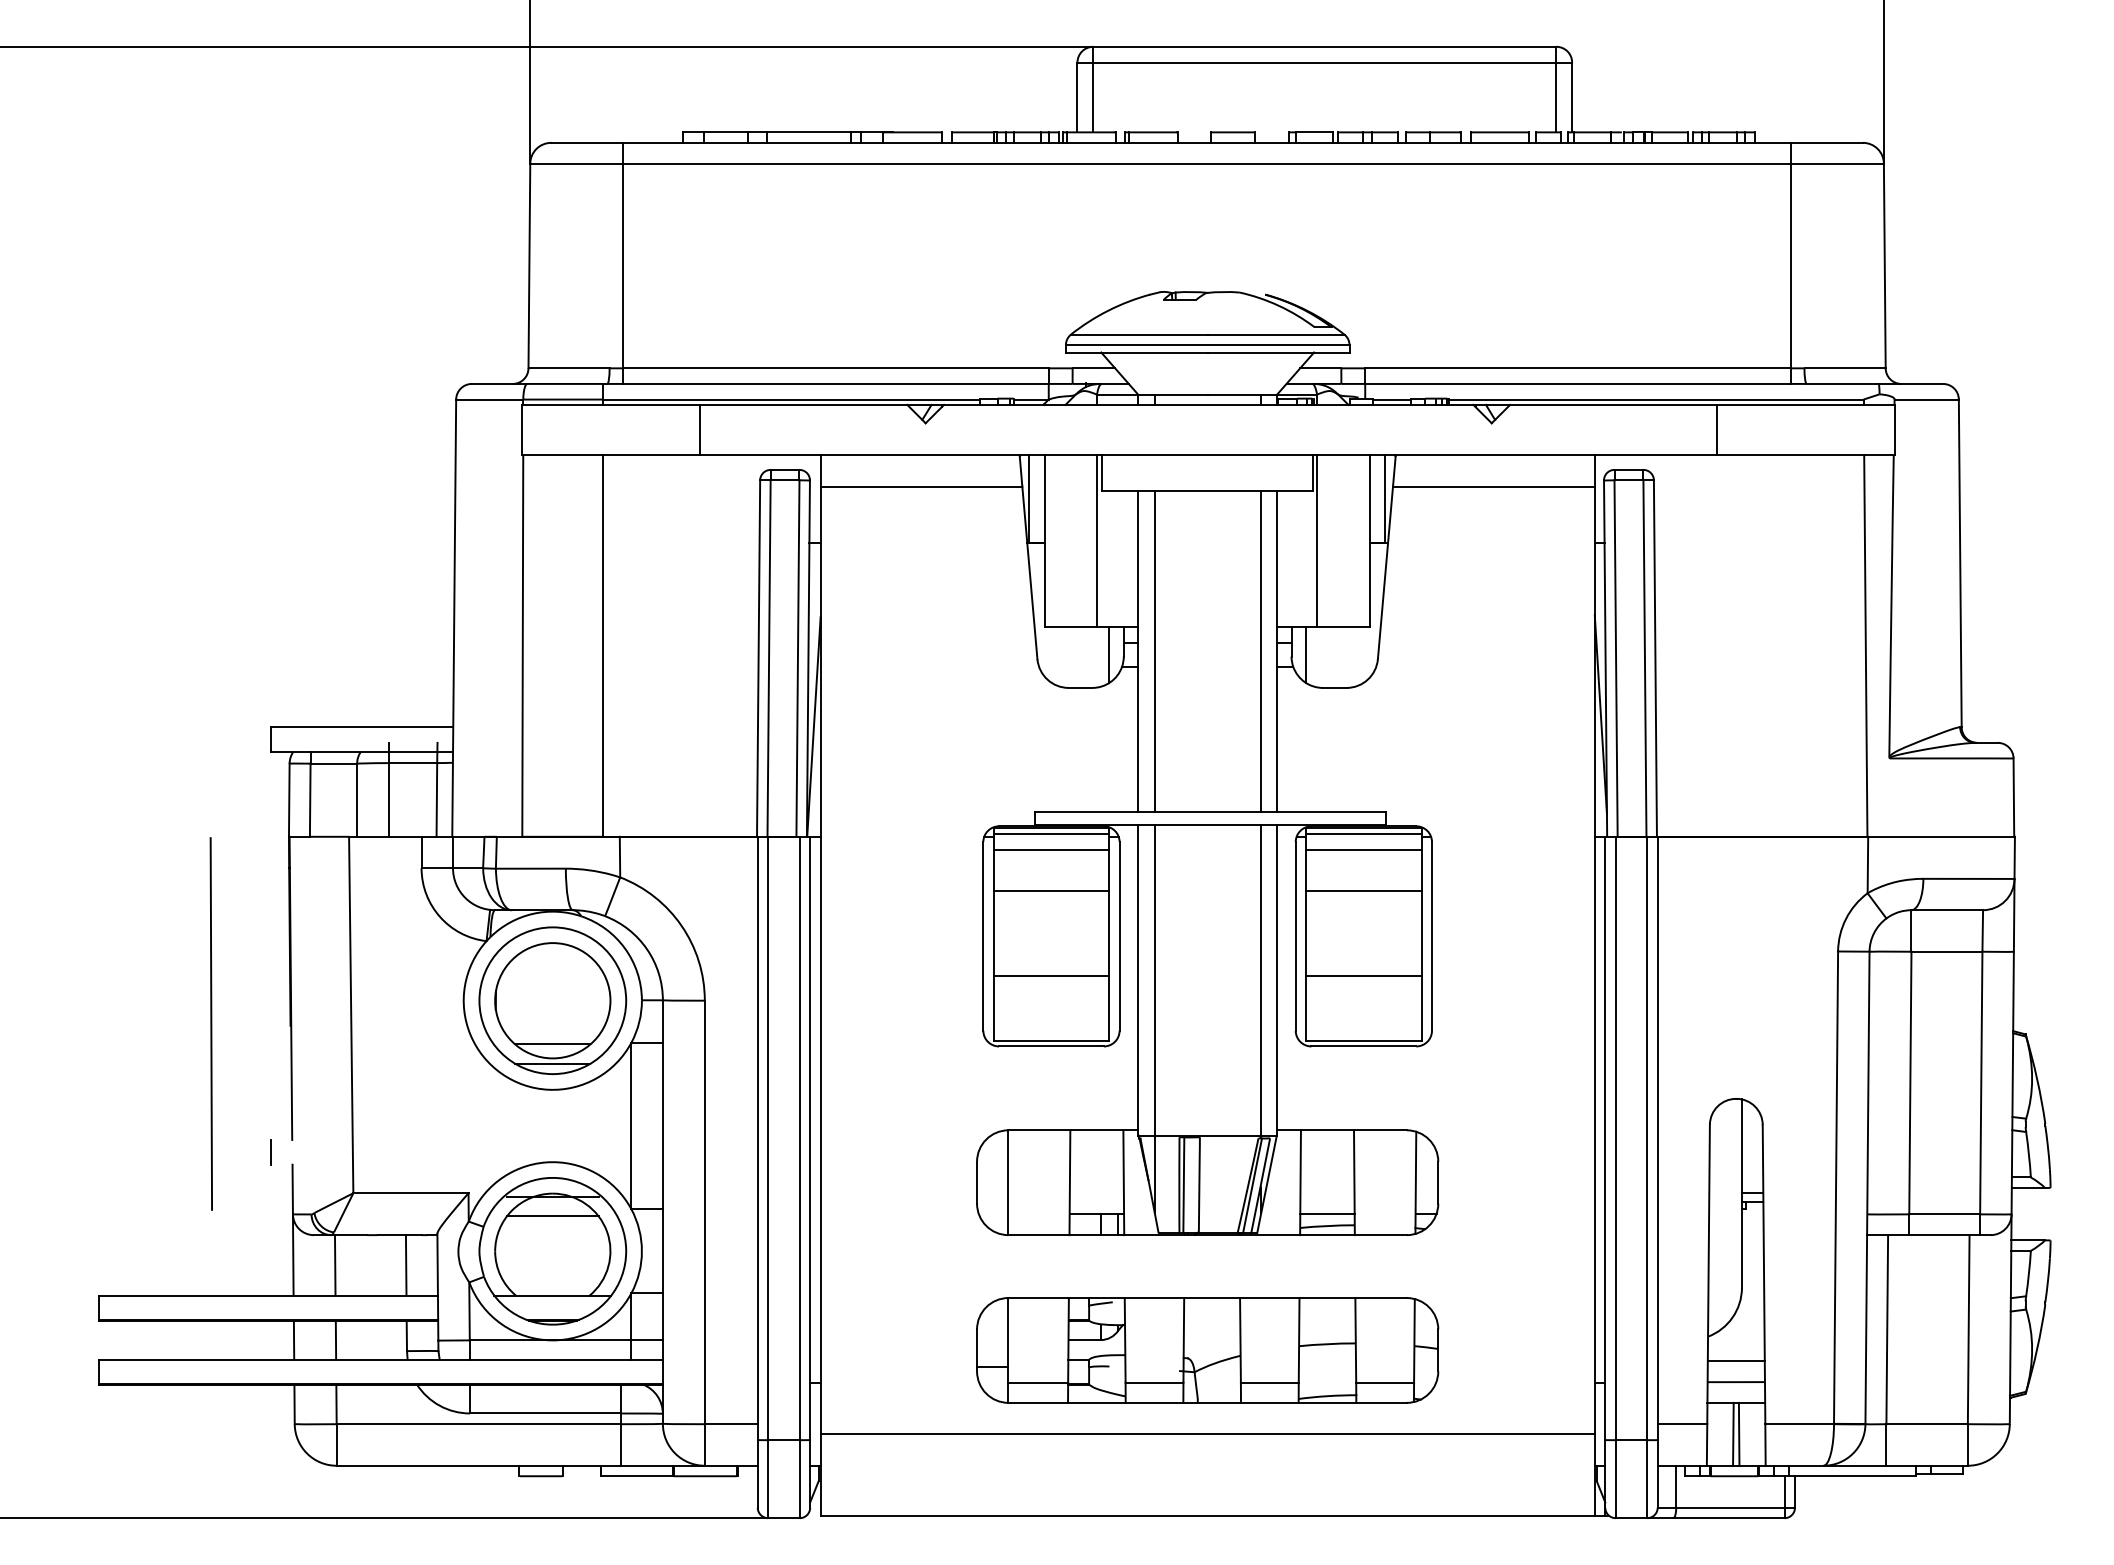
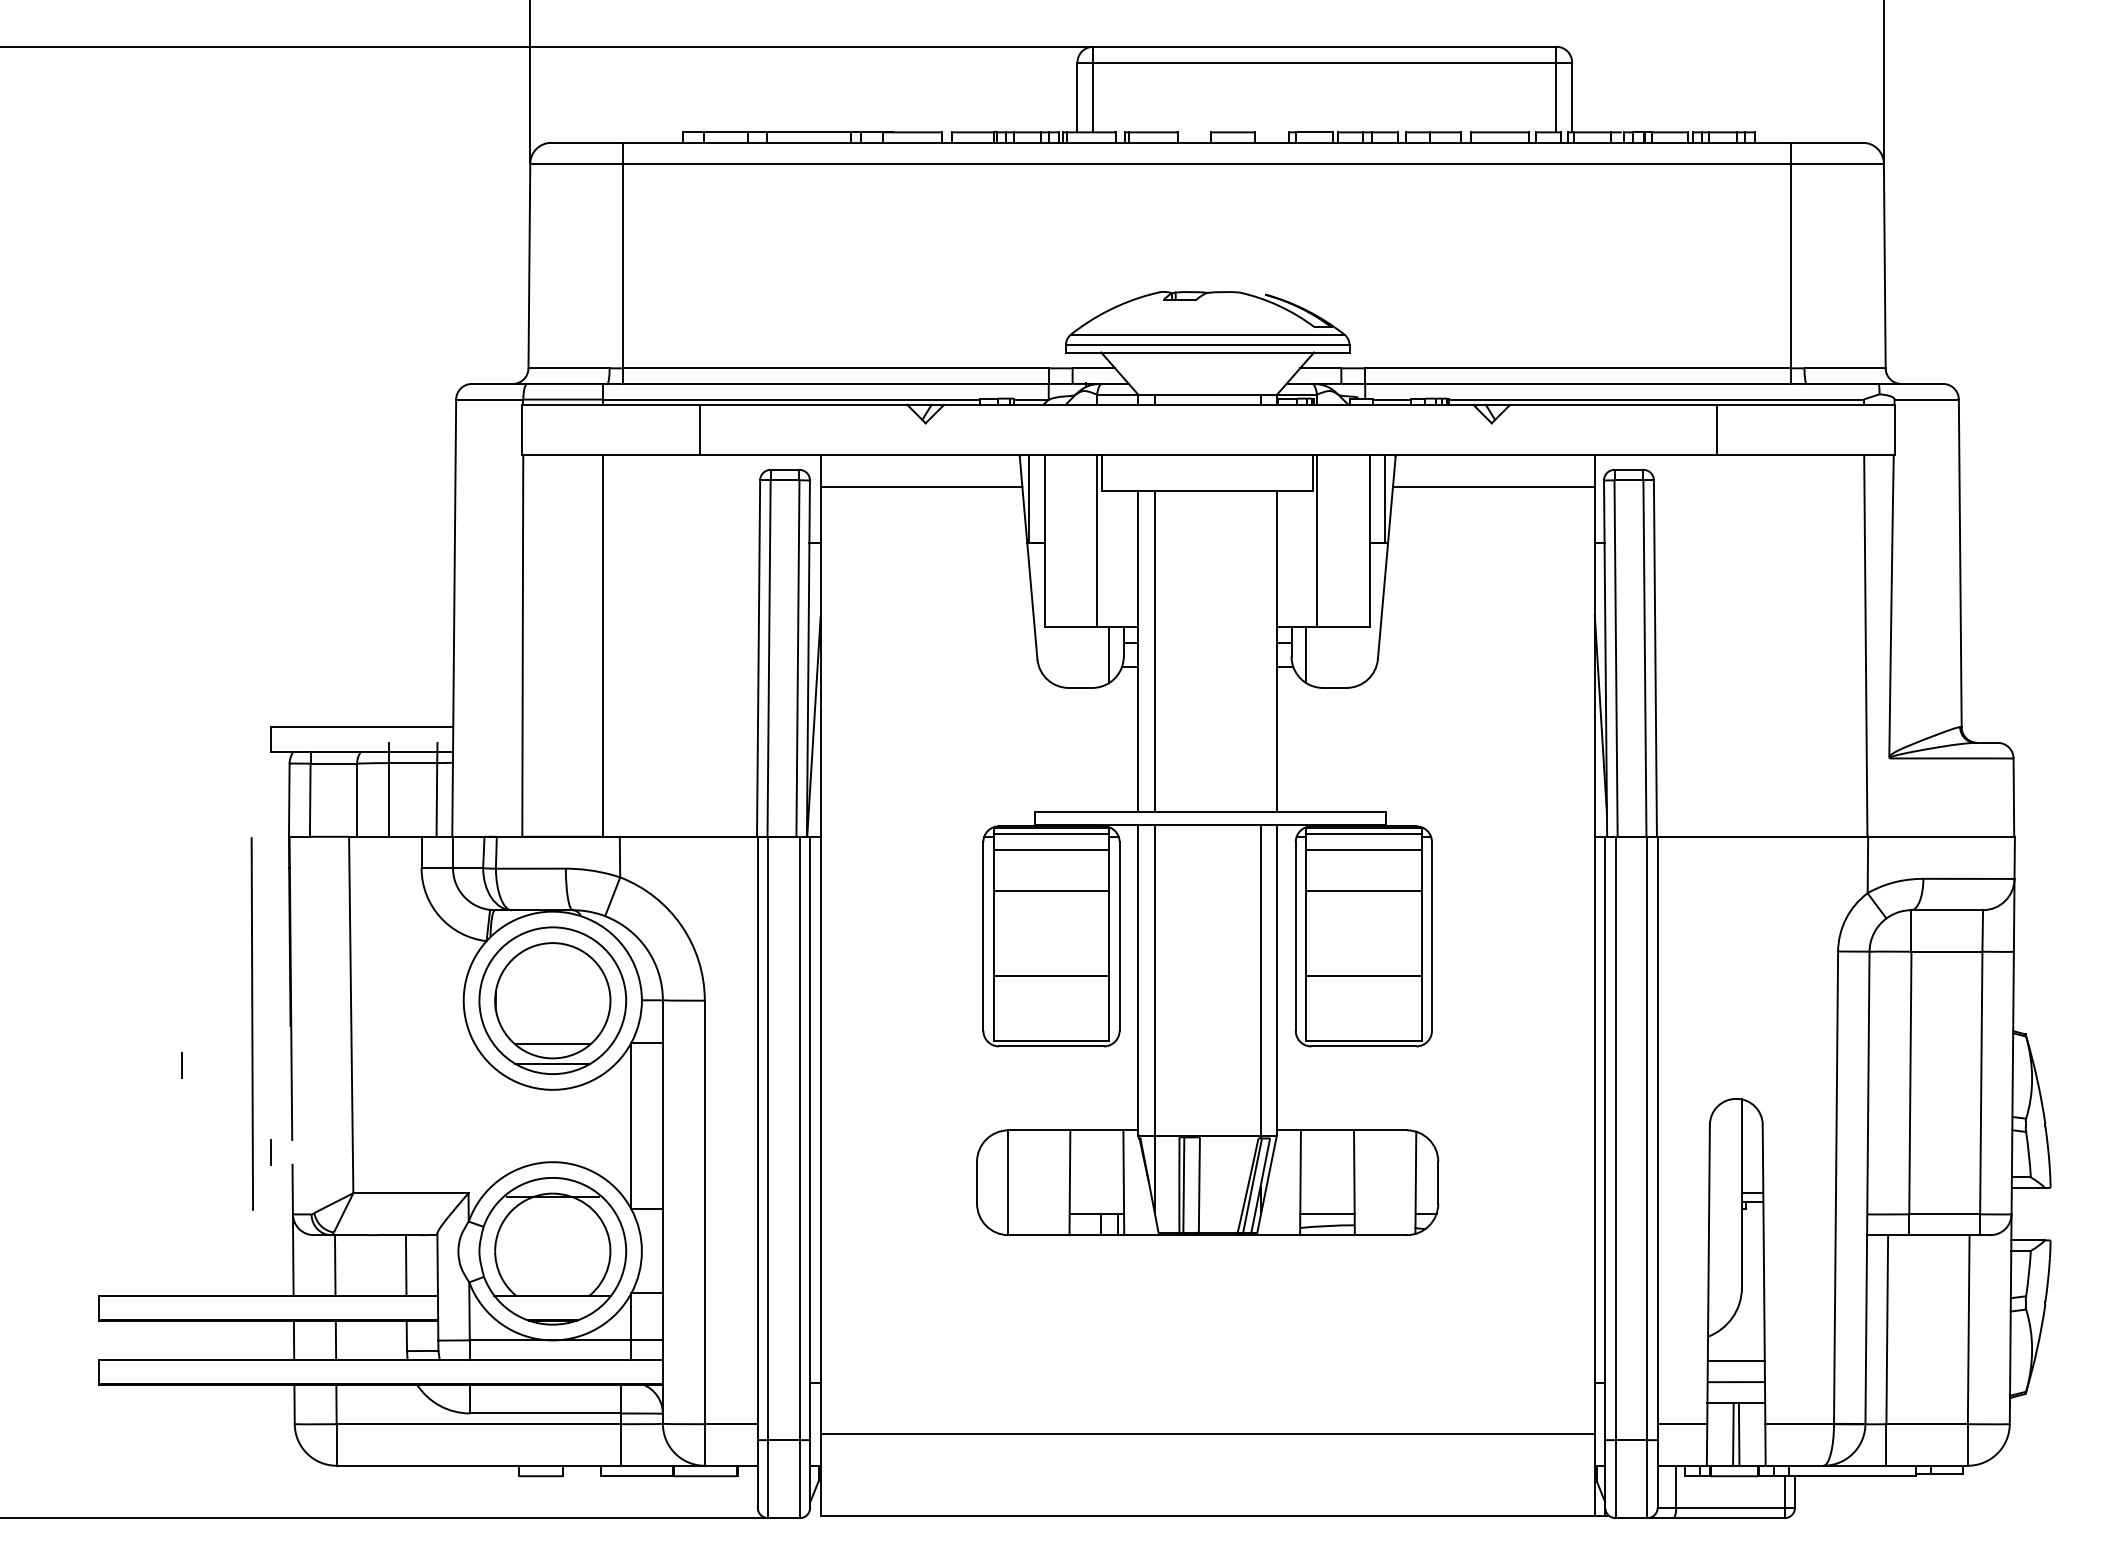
line at (1260, 650): present -> none
line at (210, 1023) position: (210, 1023) -> (251, 1023)
line at (181, 1065): none -> present
line at (552, 1216): present -> none
part at (1207, 1350): present -> none
